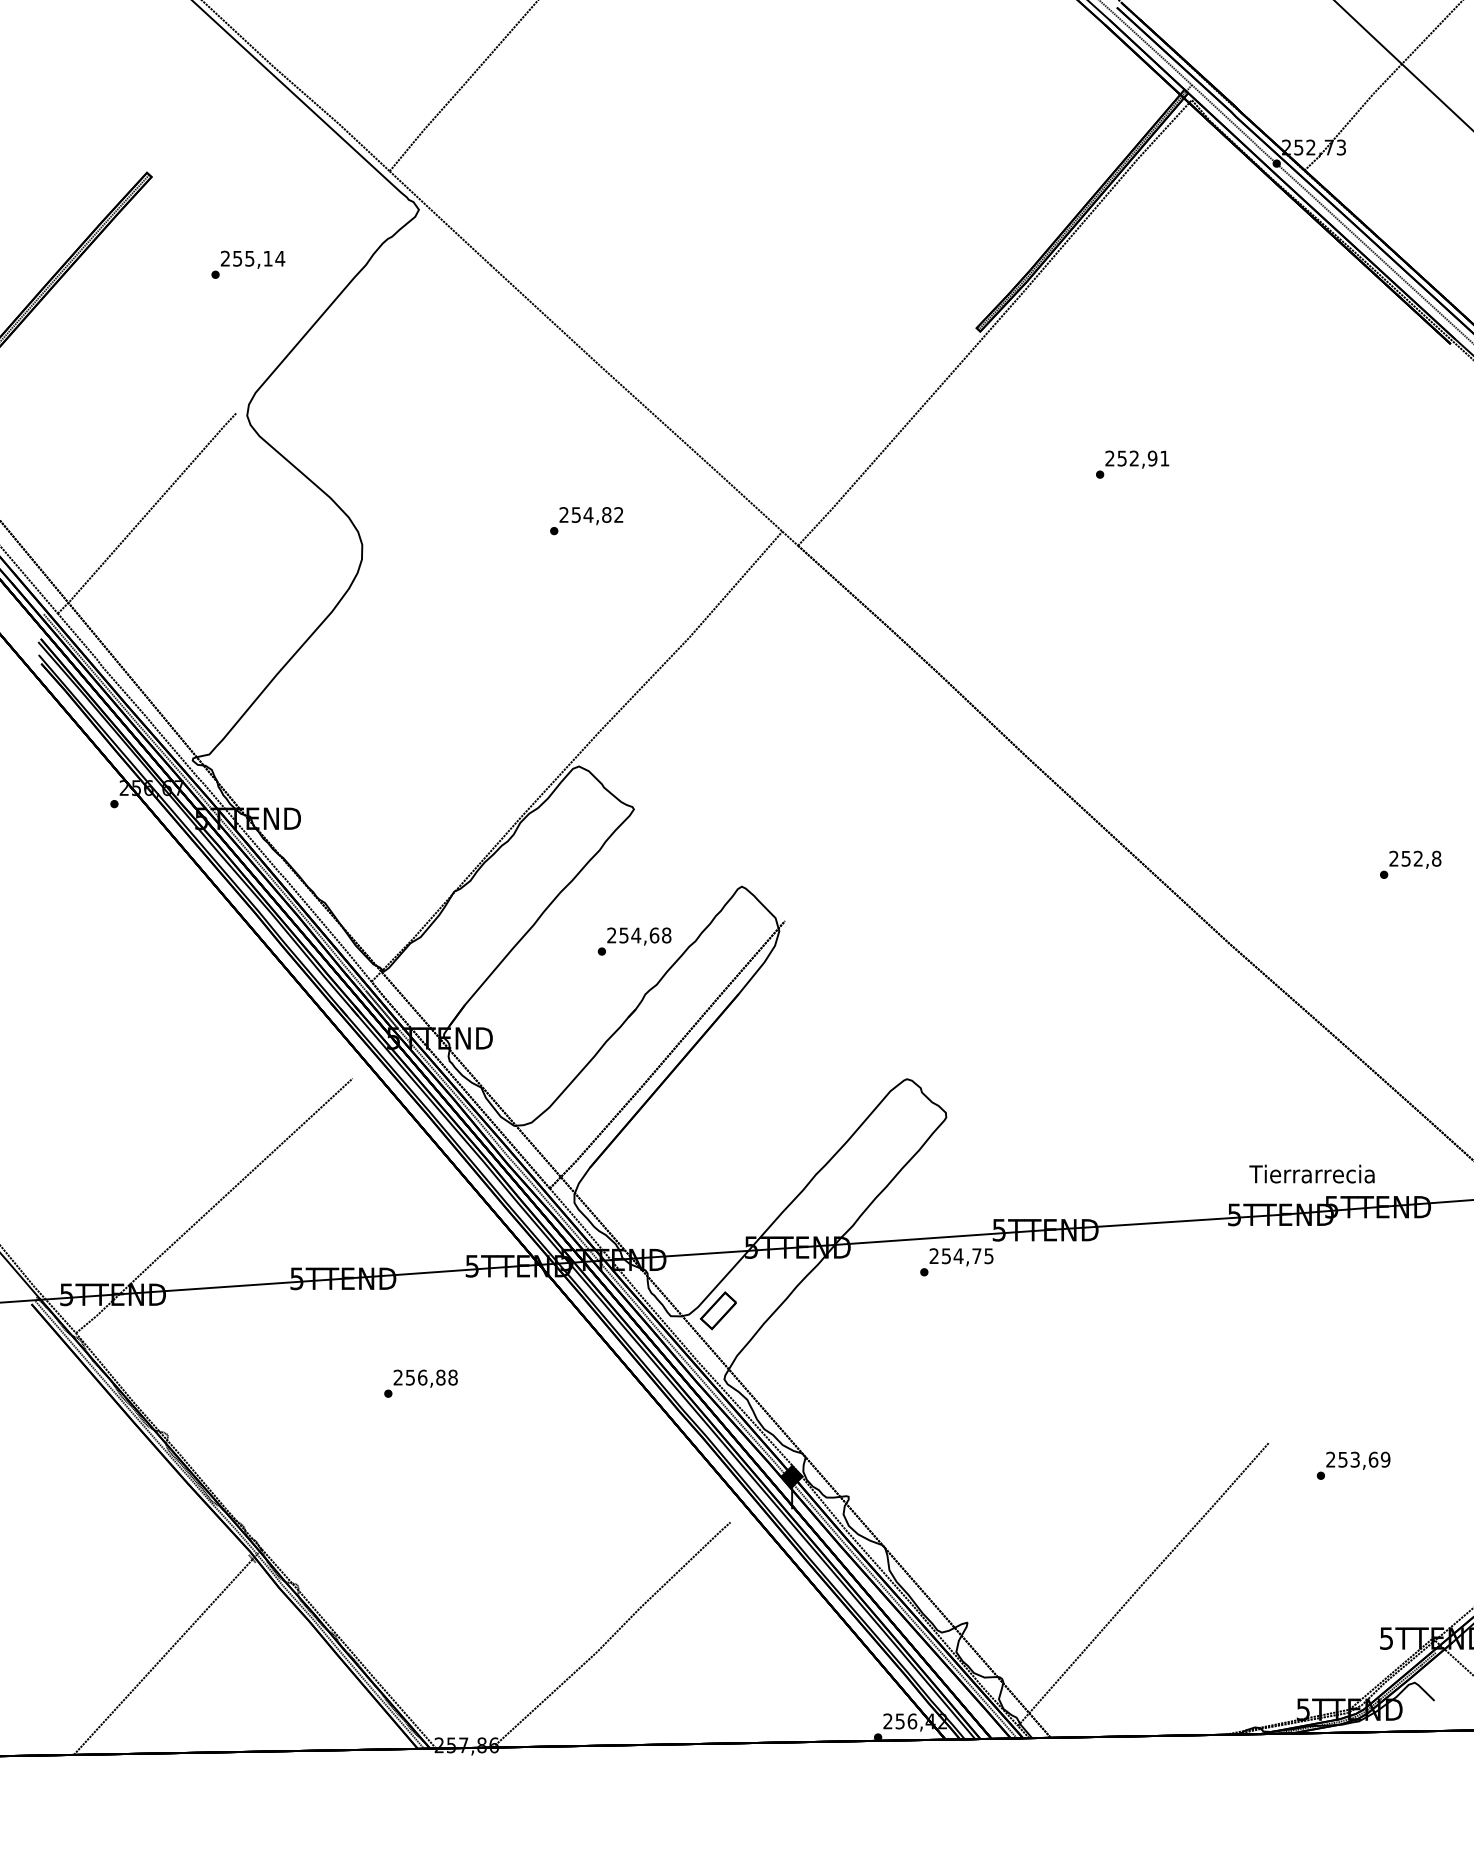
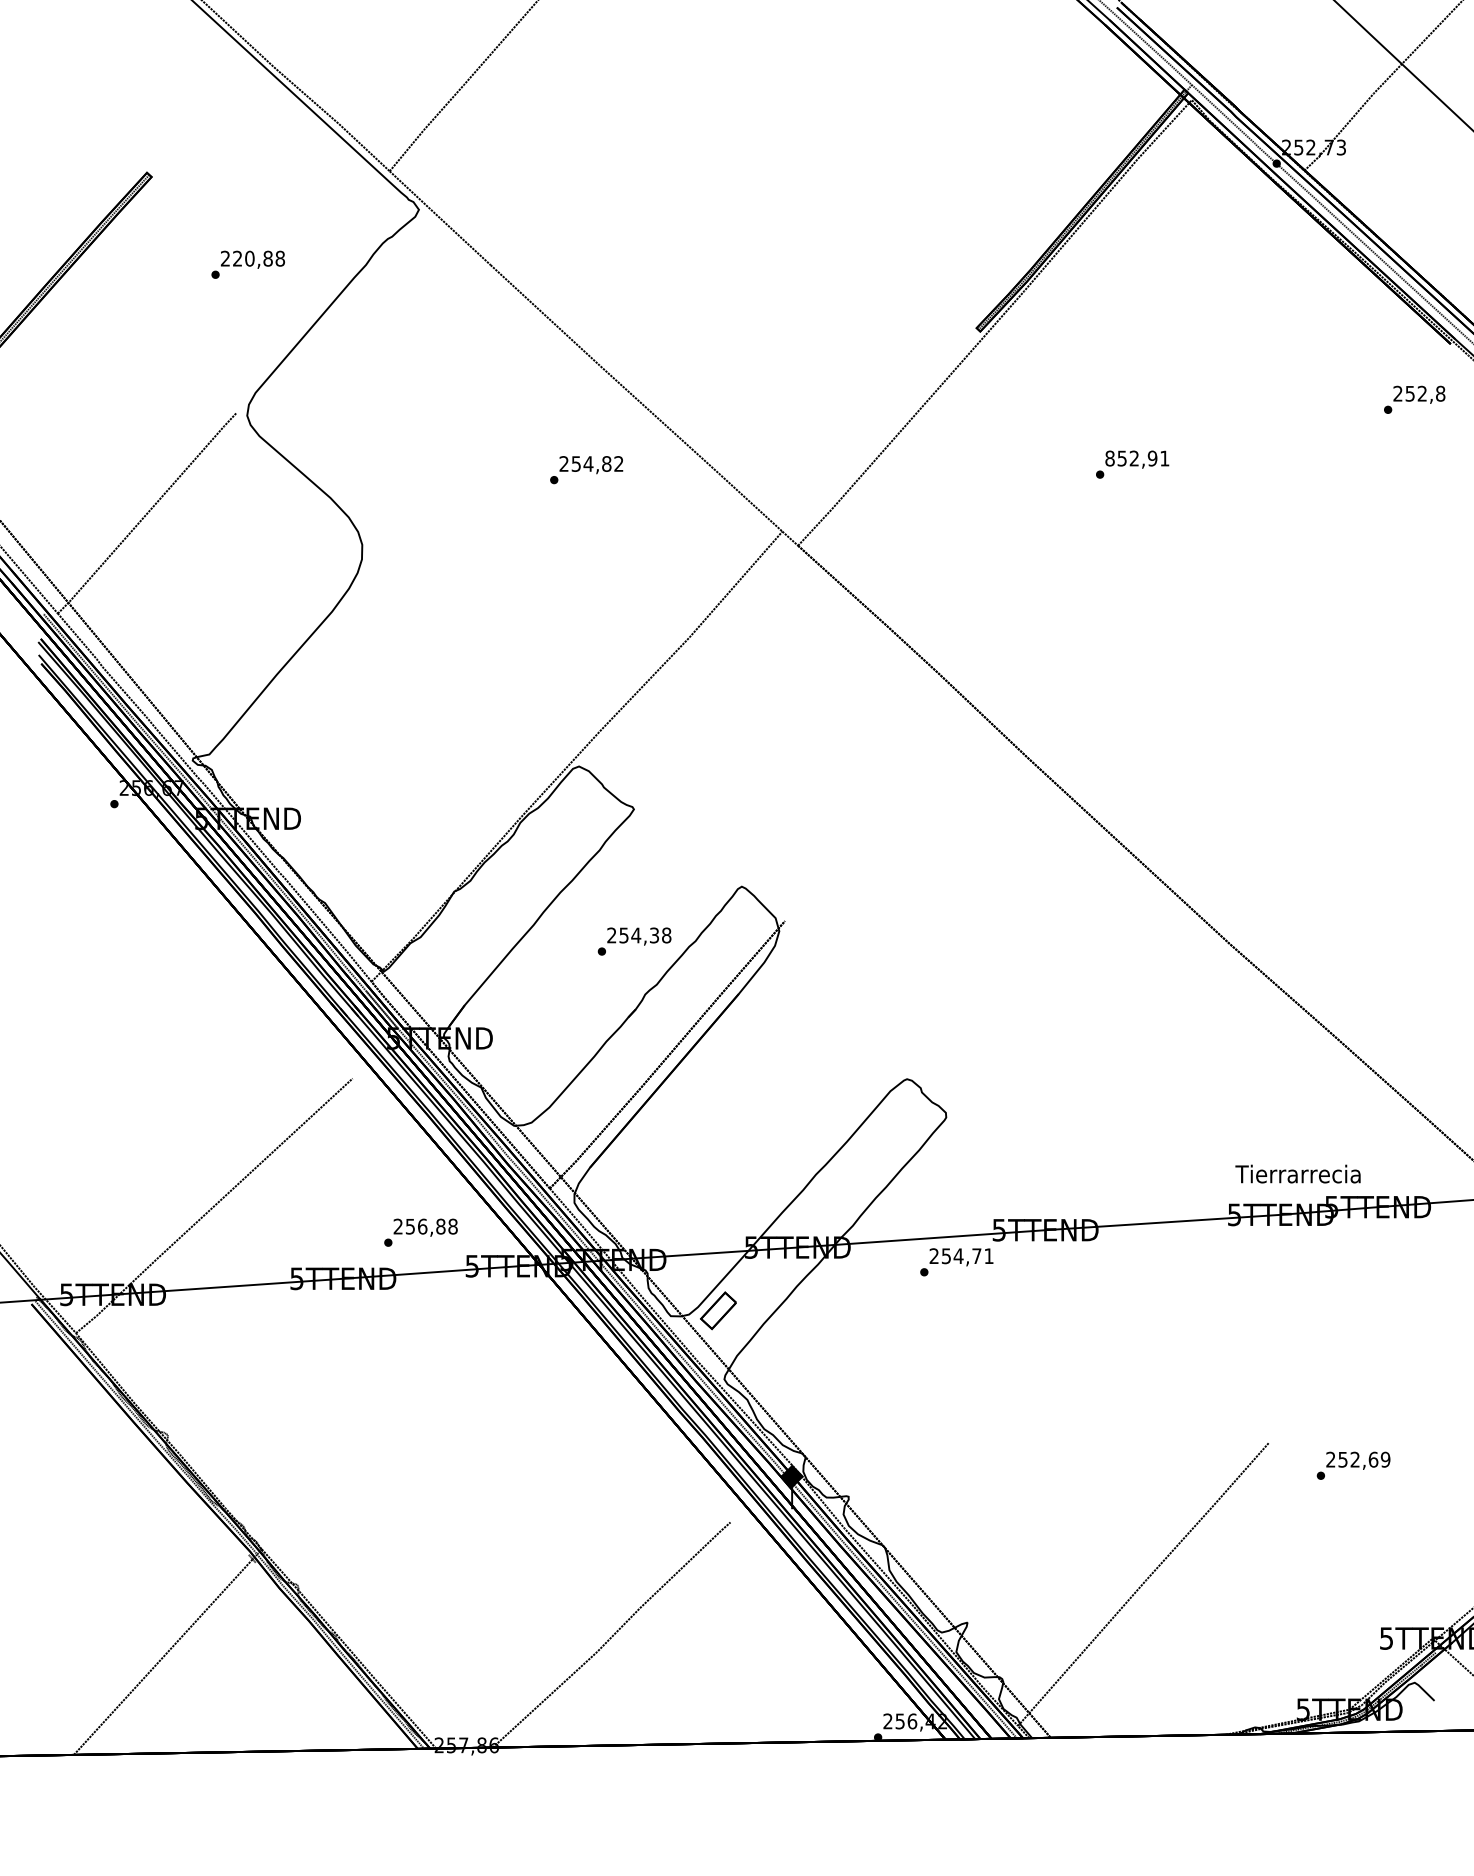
text at (259, 258): 255,14 -> 220,88
text at (1109, 458): 252,91 -> 852,91
text at (586, 521) position: (586, 521) -> (586, 470)
text at (1410, 864) position: (1410, 864) -> (1414, 399)
text at (654, 935): 254,68 -> 254,38
text at (1311, 1173) position: (1311, 1173) -> (1297, 1173)
text at (988, 1256): 254,75 -> 254,71
text at (420, 1383) position: (420, 1383) -> (420, 1232)
text at (1354, 1459): 253,69 -> 252,69
